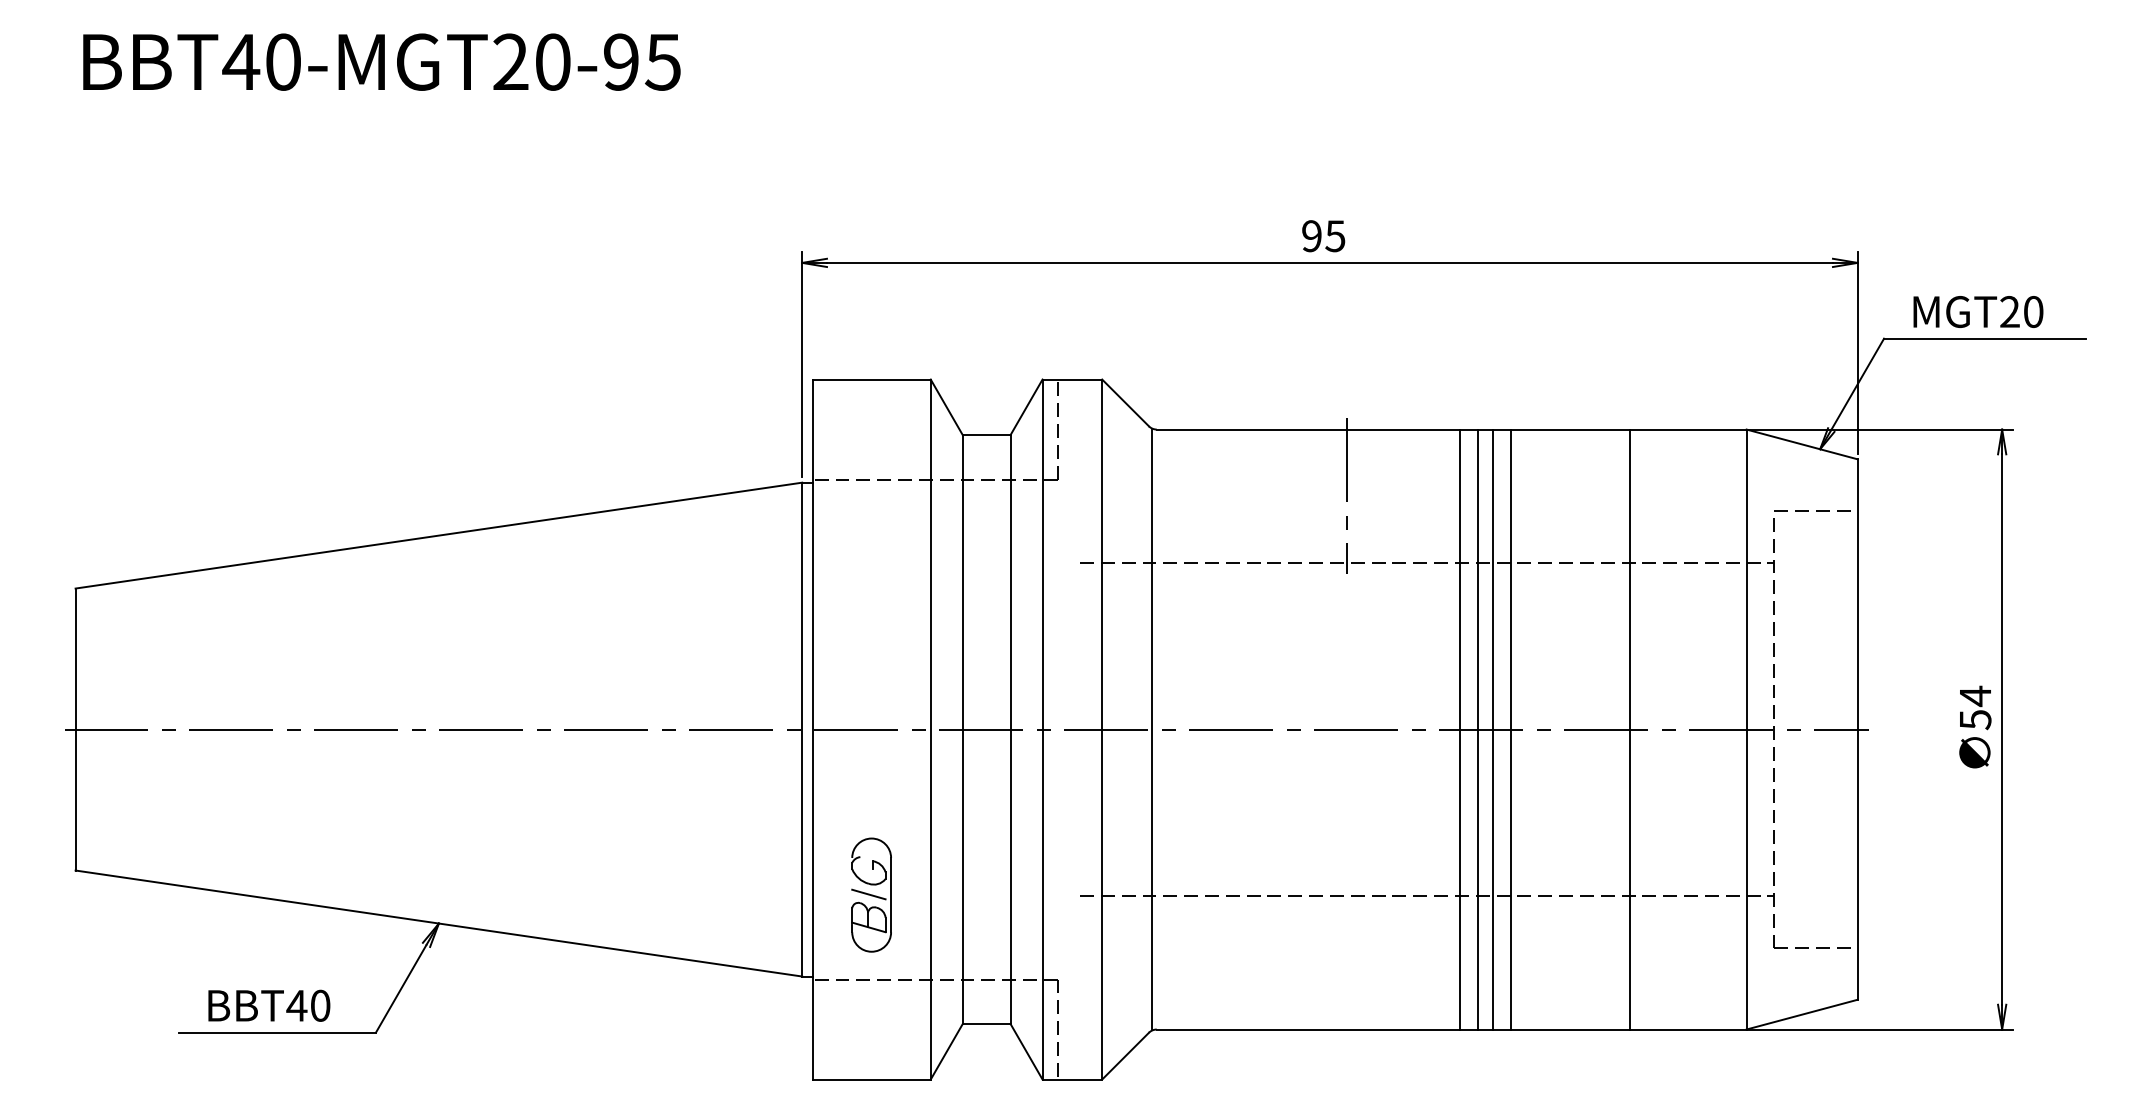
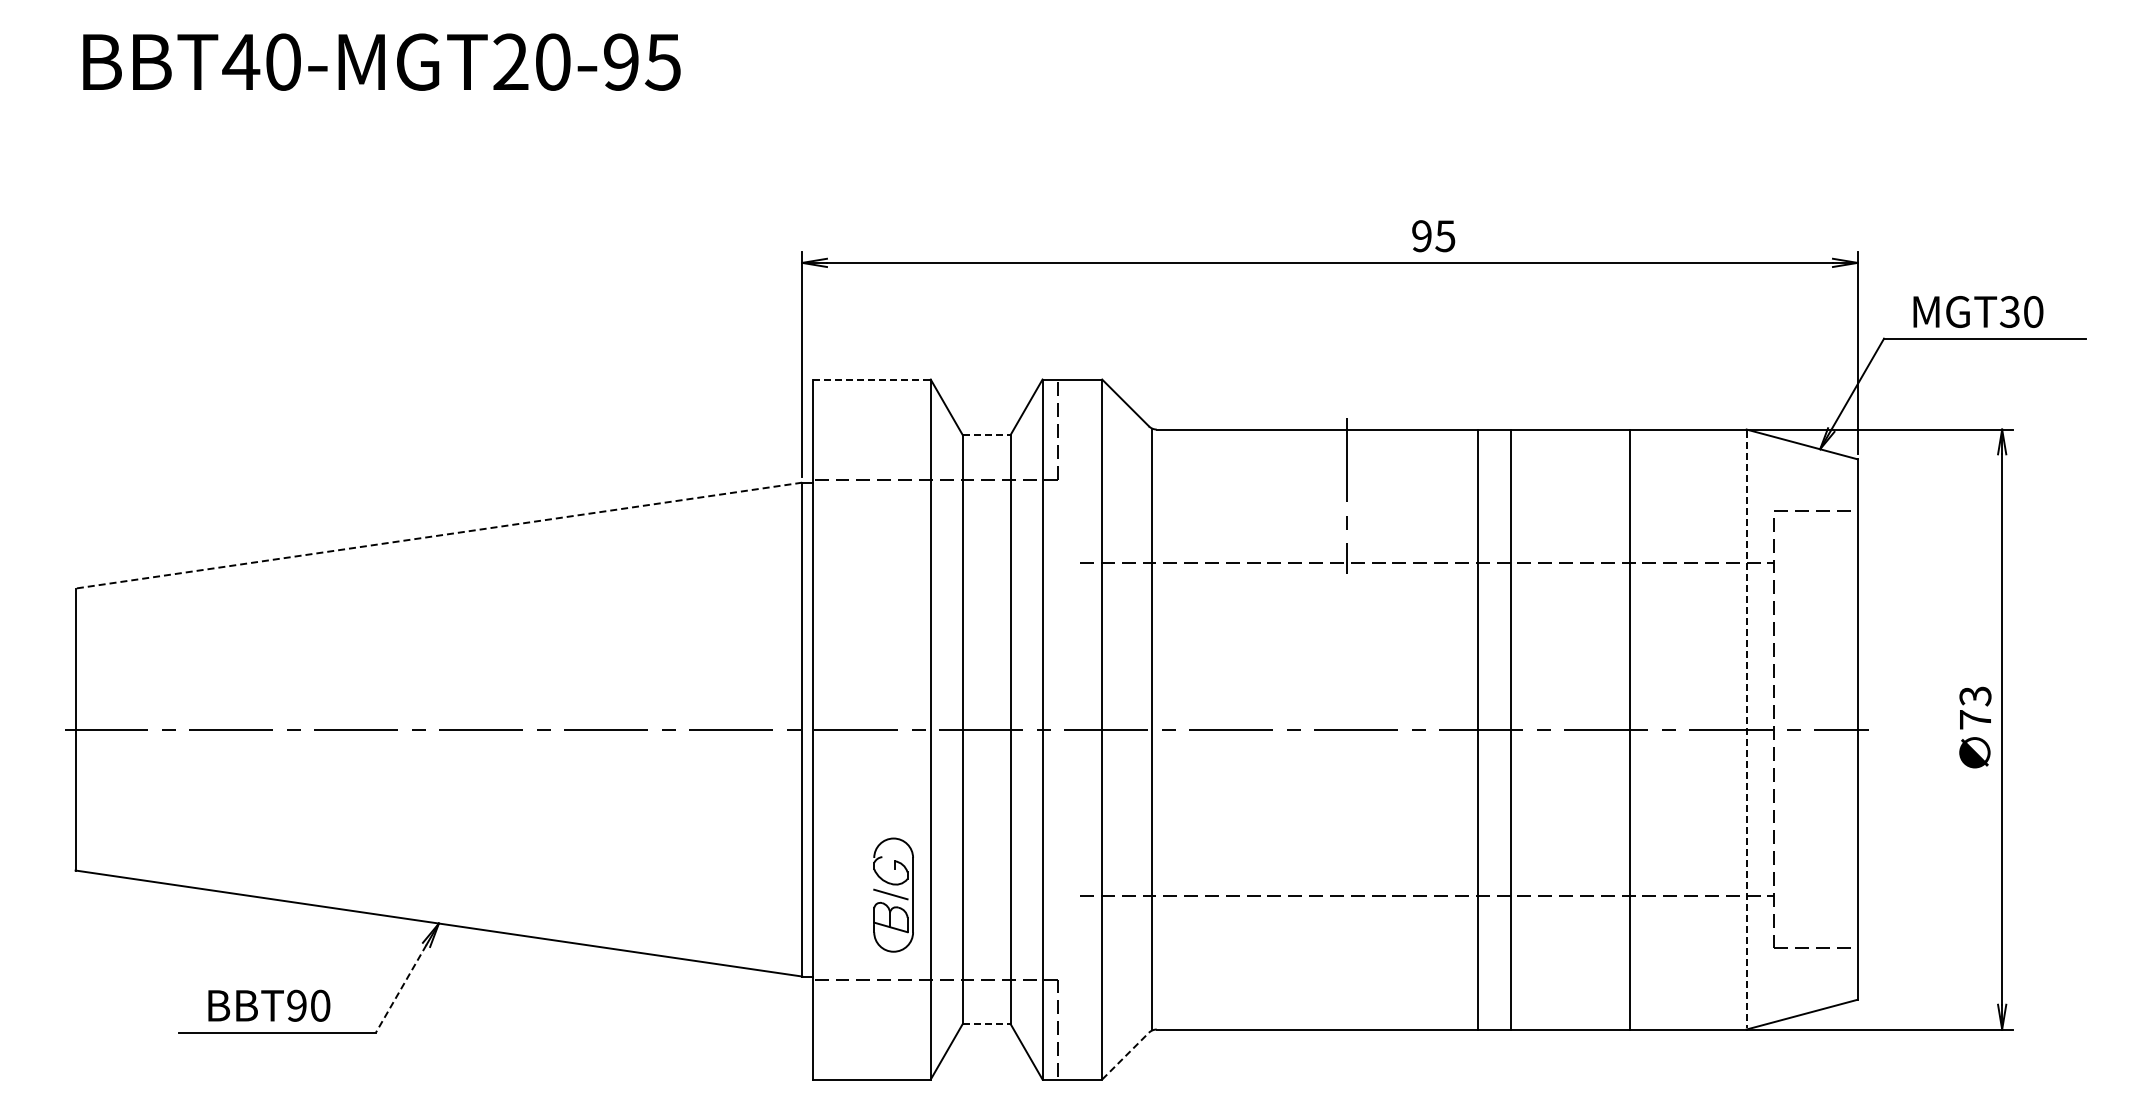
text at (1323, 236) position: (1323, 236) -> (1433, 236)
text at (2009, 312): MGT20 -> MGT30
line at (872, 379): solid -> dashed
line at (986, 435): solid -> dashed
line at (438, 535): solid -> dashed
text at (1975, 707): 54 -> 73
line at (1459, 729): present -> none
line at (1493, 729): present -> none
line at (1746, 729): solid -> dashed
part at (871, 894) position: (871, 894) -> (893, 894)
line at (401, 988): solid -> dashed
text at (296, 1005): BBT40 -> BBT90
line at (986, 1023): solid -> dashed
line at (1125, 1055): solid -> dashed
